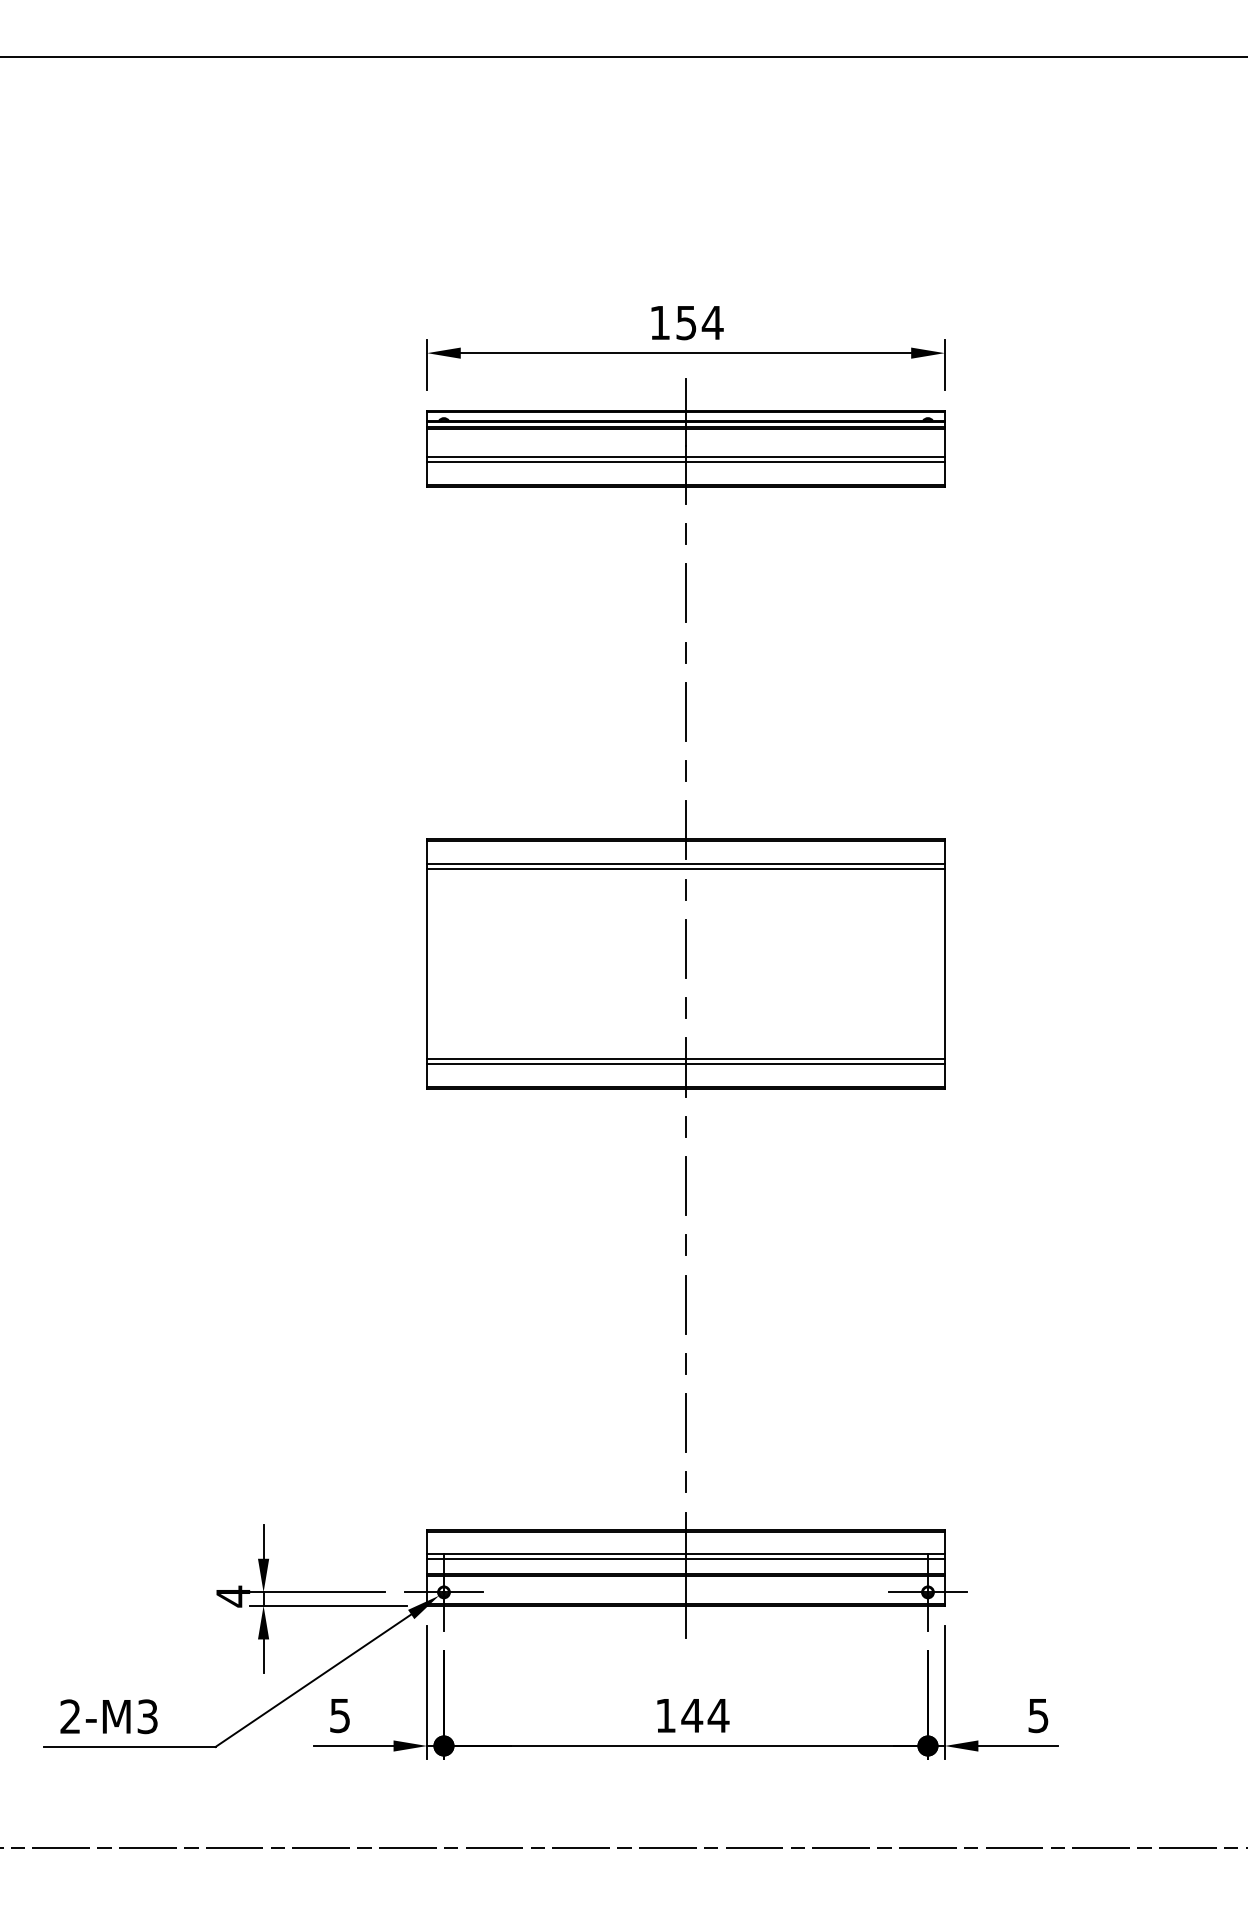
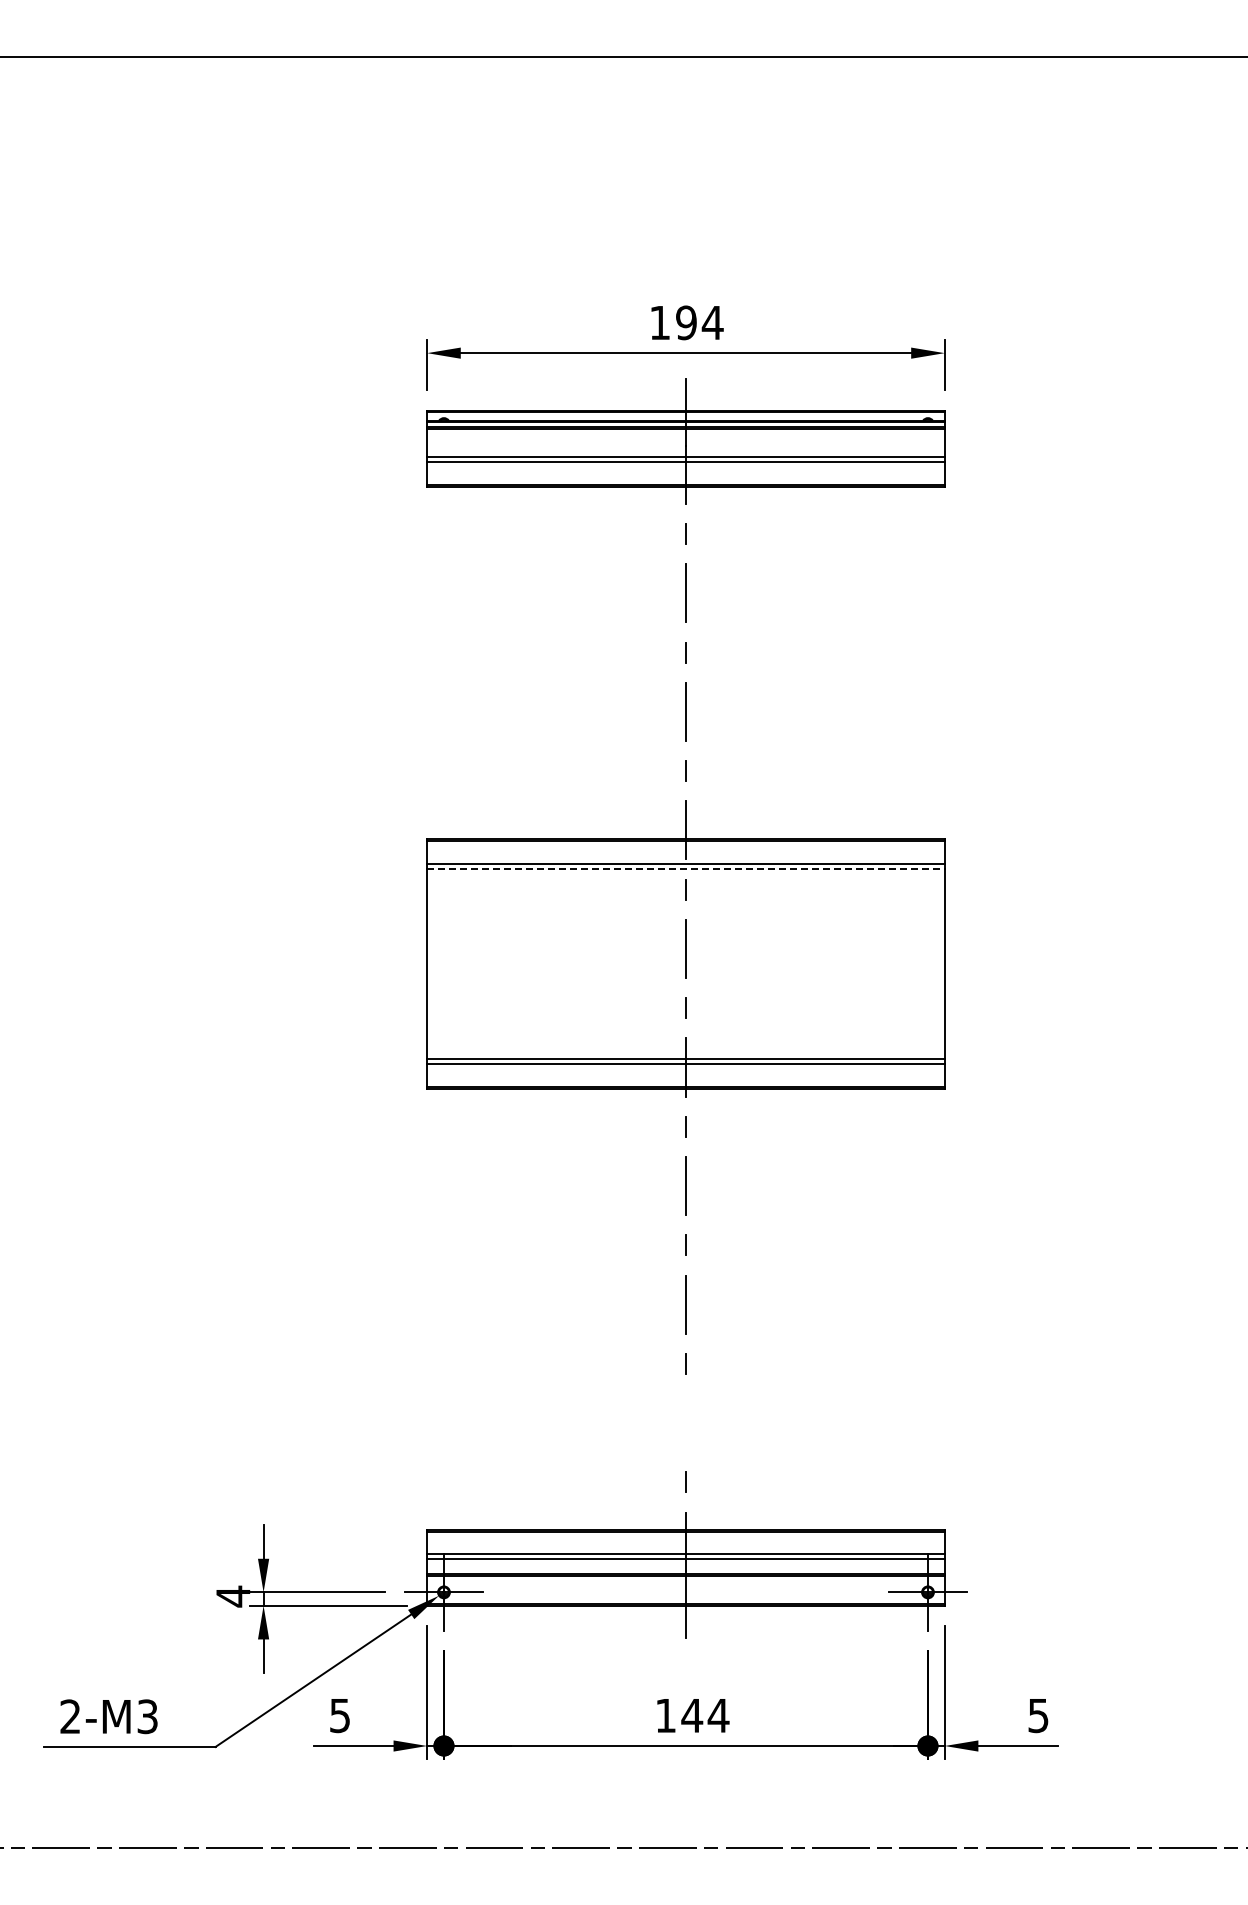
text at (686, 322): 154 -> 194
line at (685, 868): solid -> dashed
line at (685, 1423): present -> none
